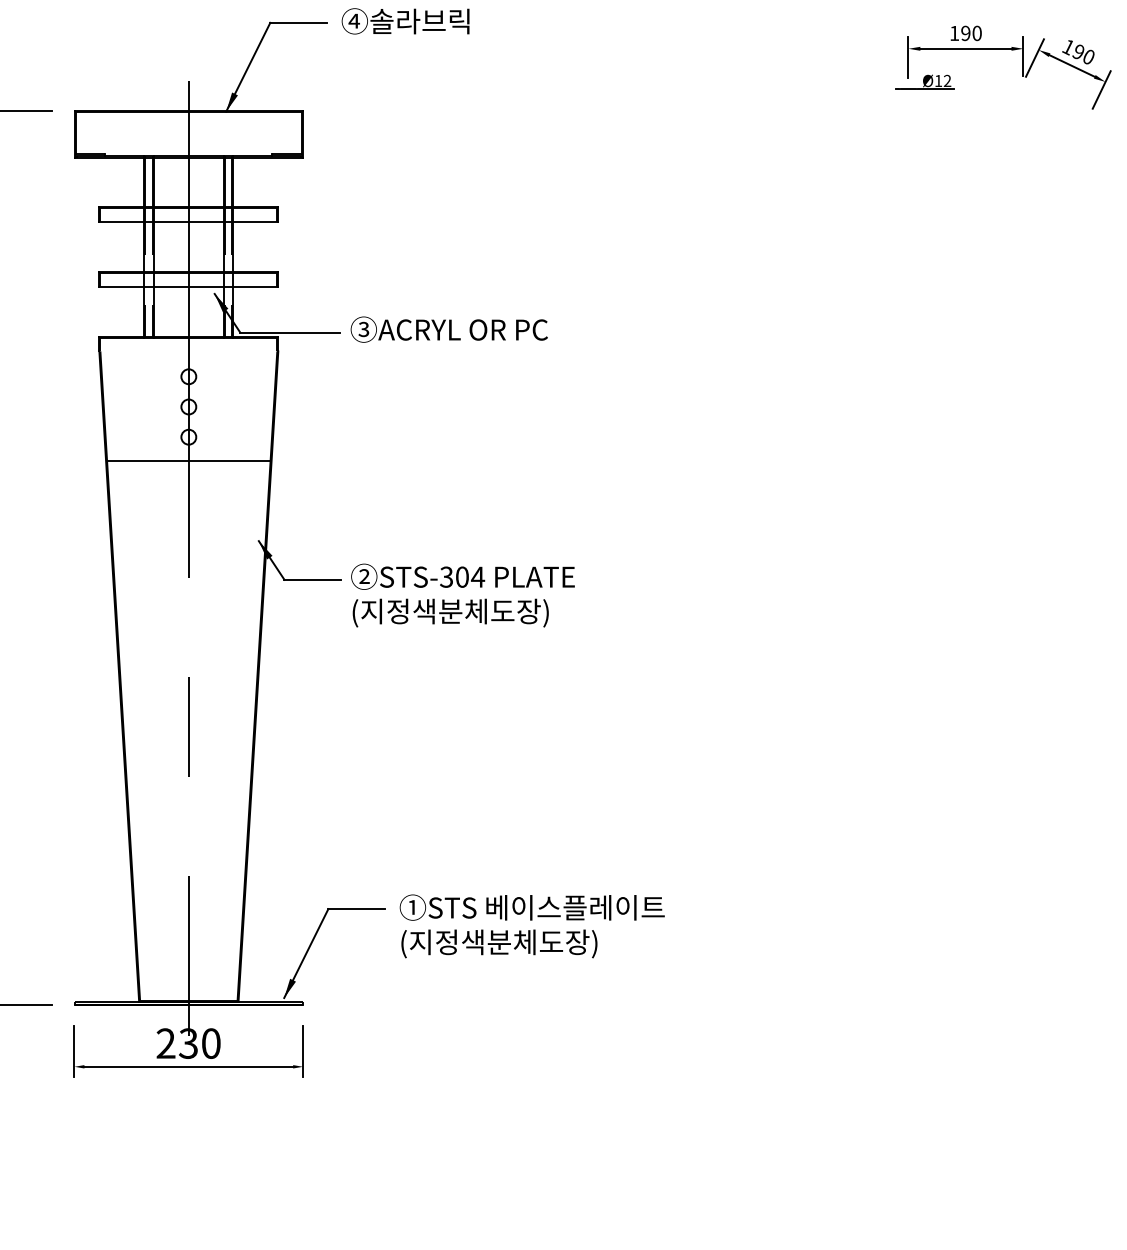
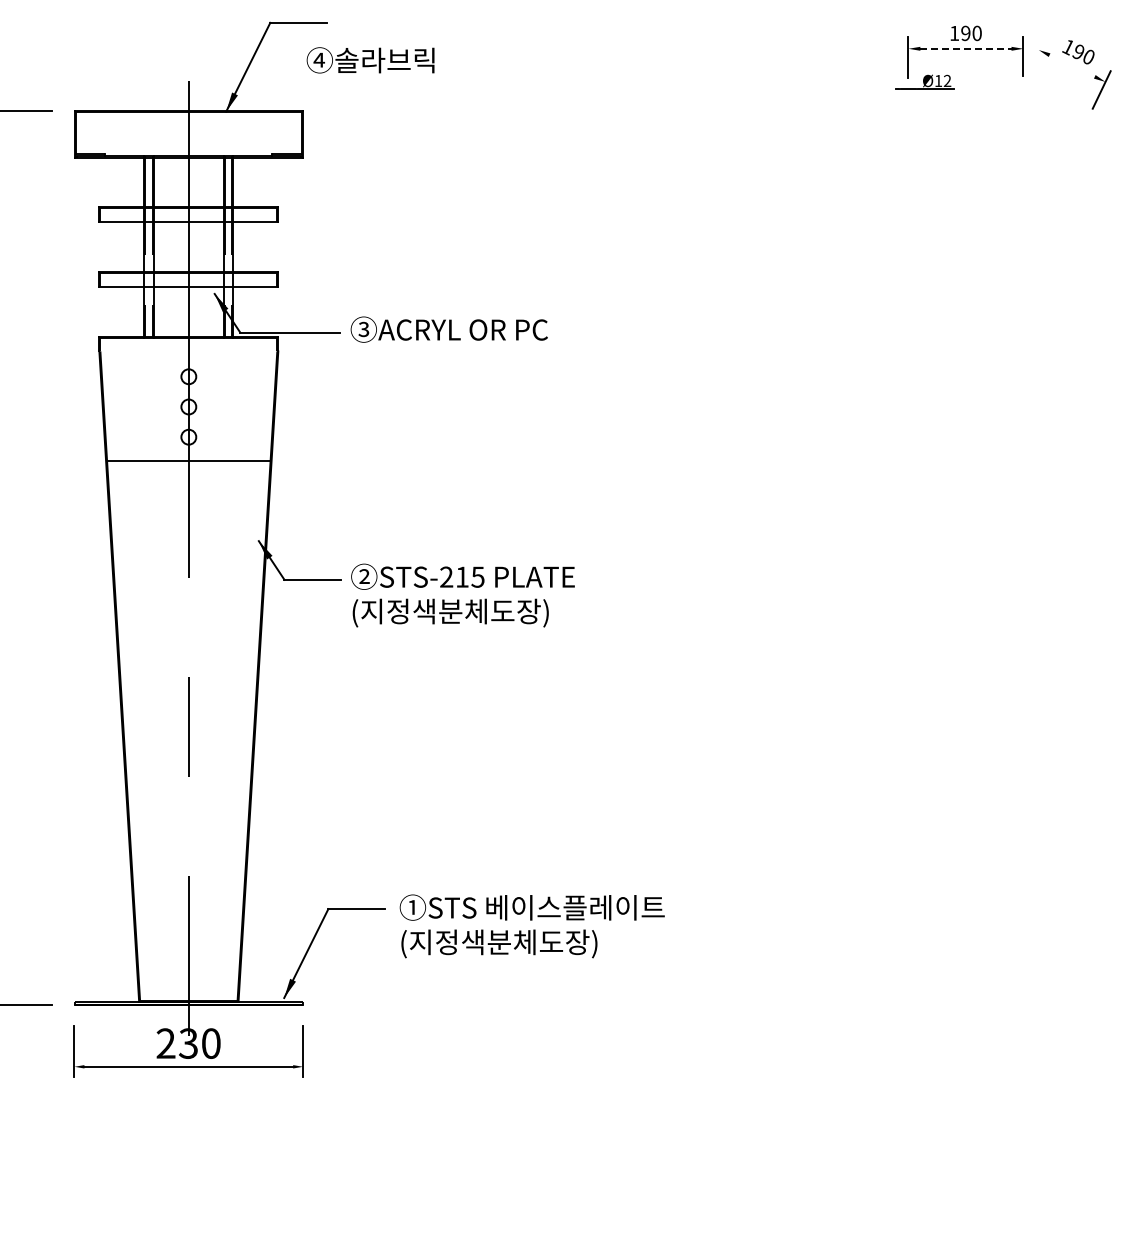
text at (405, 21) position: (405, 21) -> (370, 60)
line at (965, 48): solid -> dashed
line at (1034, 57): present -> none
line at (1071, 65): present -> none
text at (462, 576): STS-304 -> STS-215
